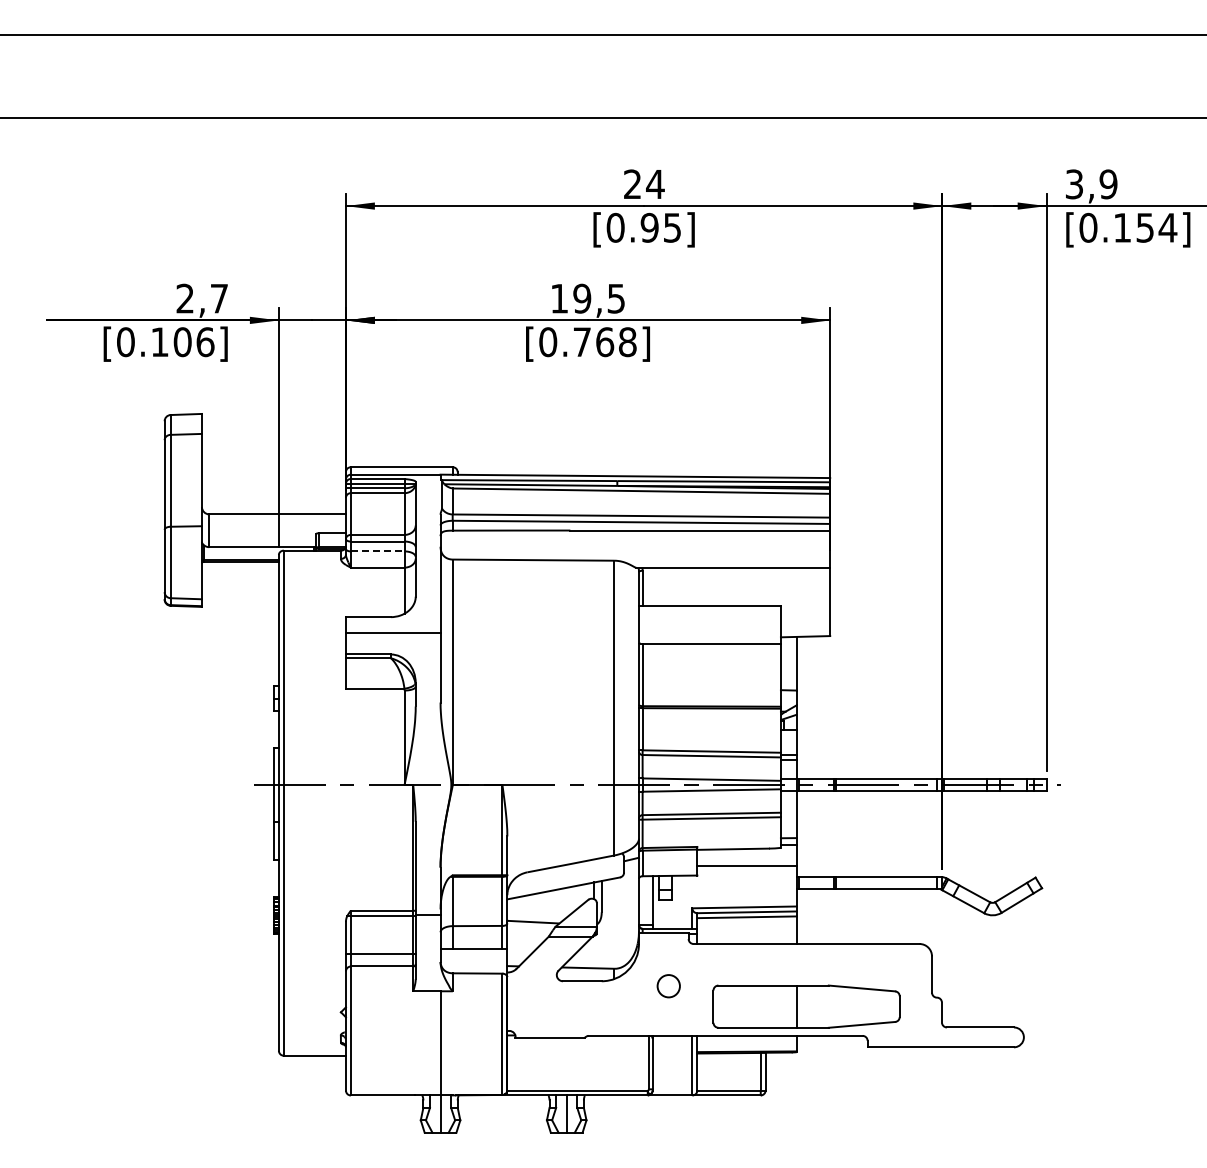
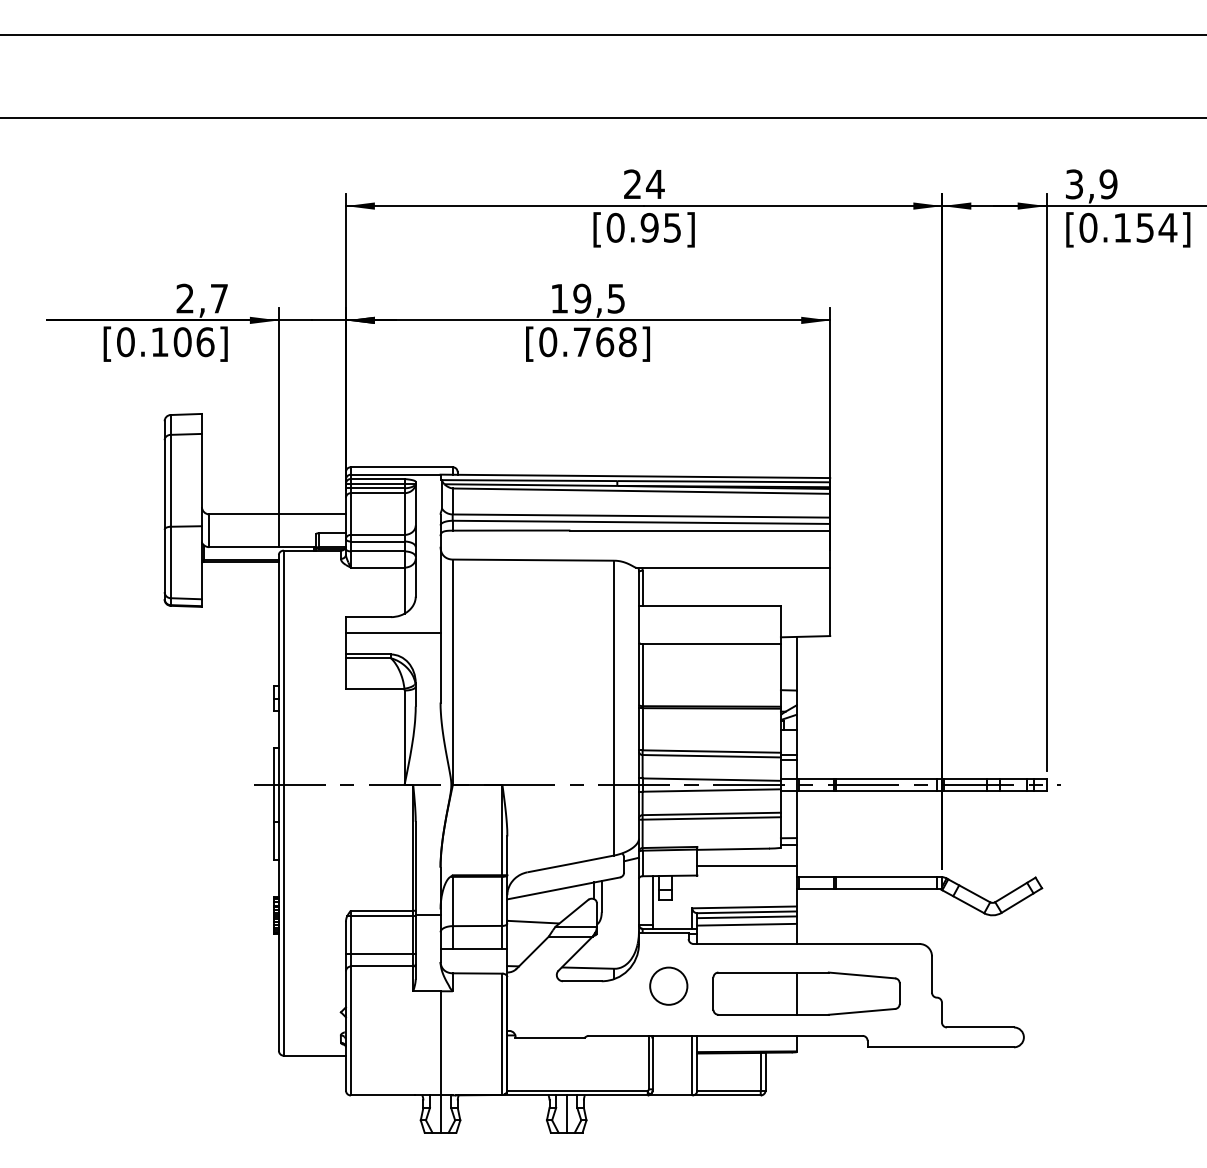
line at (377, 551): dashed -> solid
line at (746, 924): none -> present
circle at (668, 986) diameter: 22 px -> 37 px
part at (806, 1006) position: (806, 1006) -> (806, 993)
